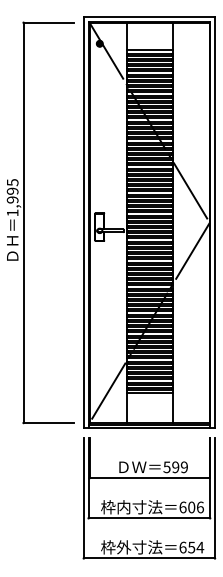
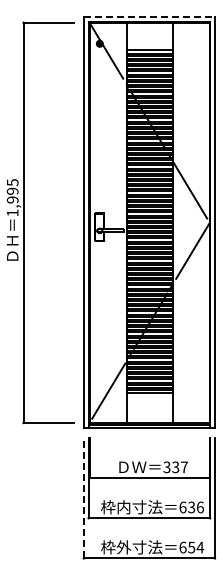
line at (149, 17): solid -> dashed
text at (175, 467): 599 -> 337
line at (83, 497): solid -> dashed
text at (191, 507): 606 -> 636
